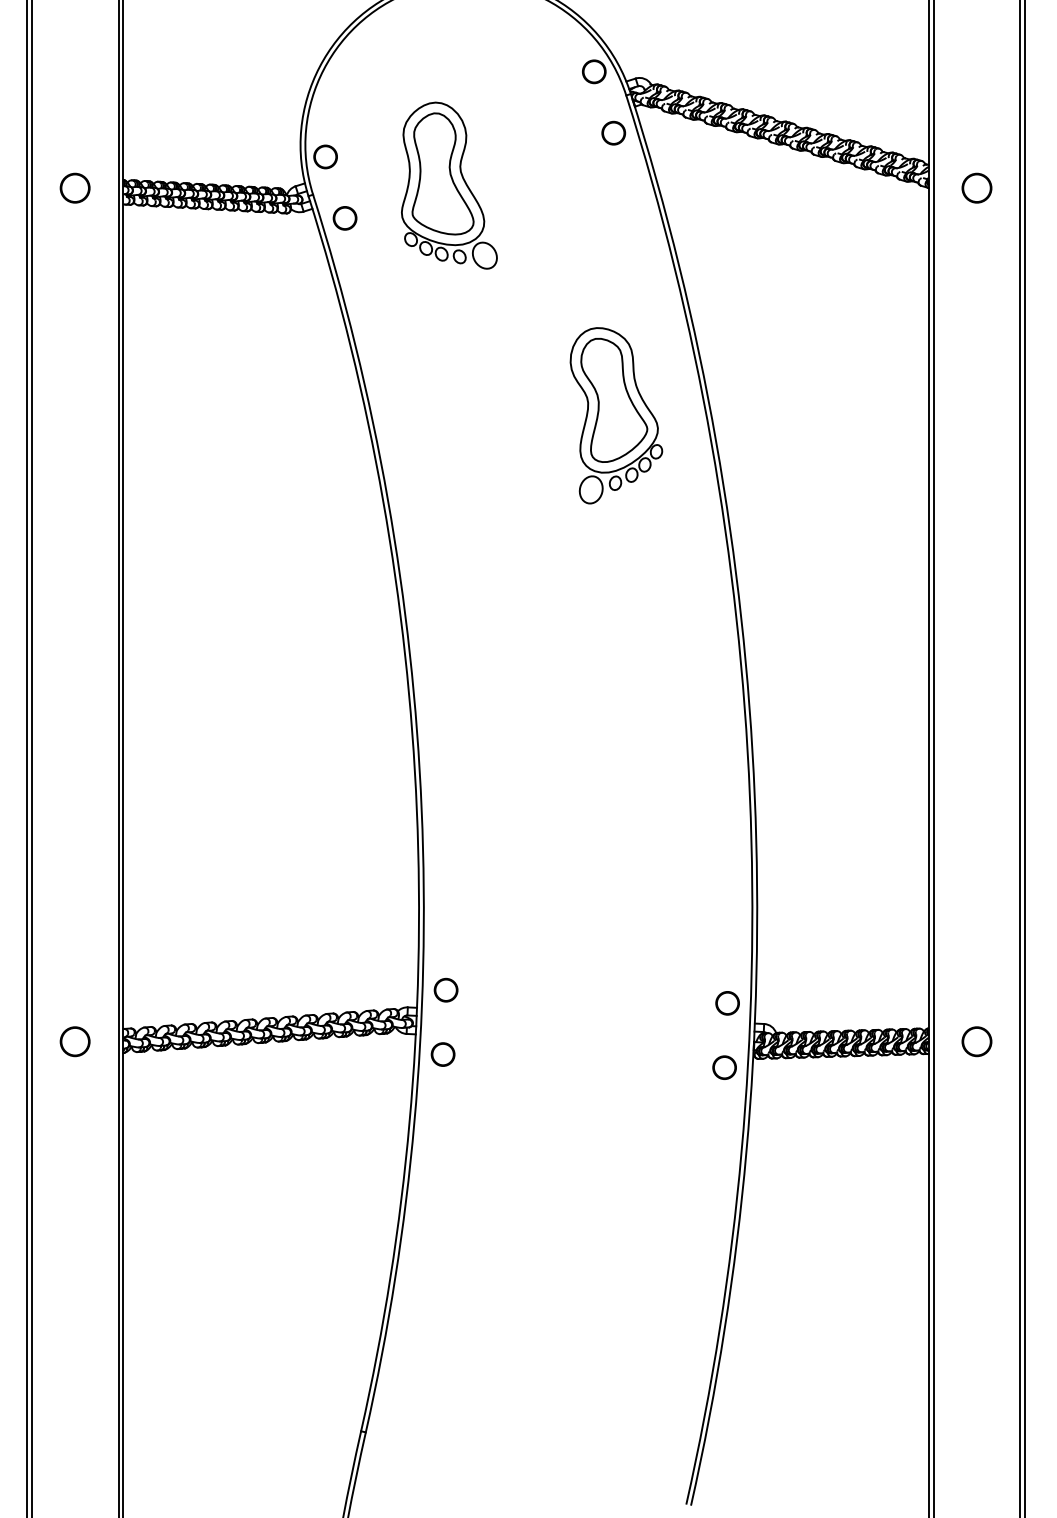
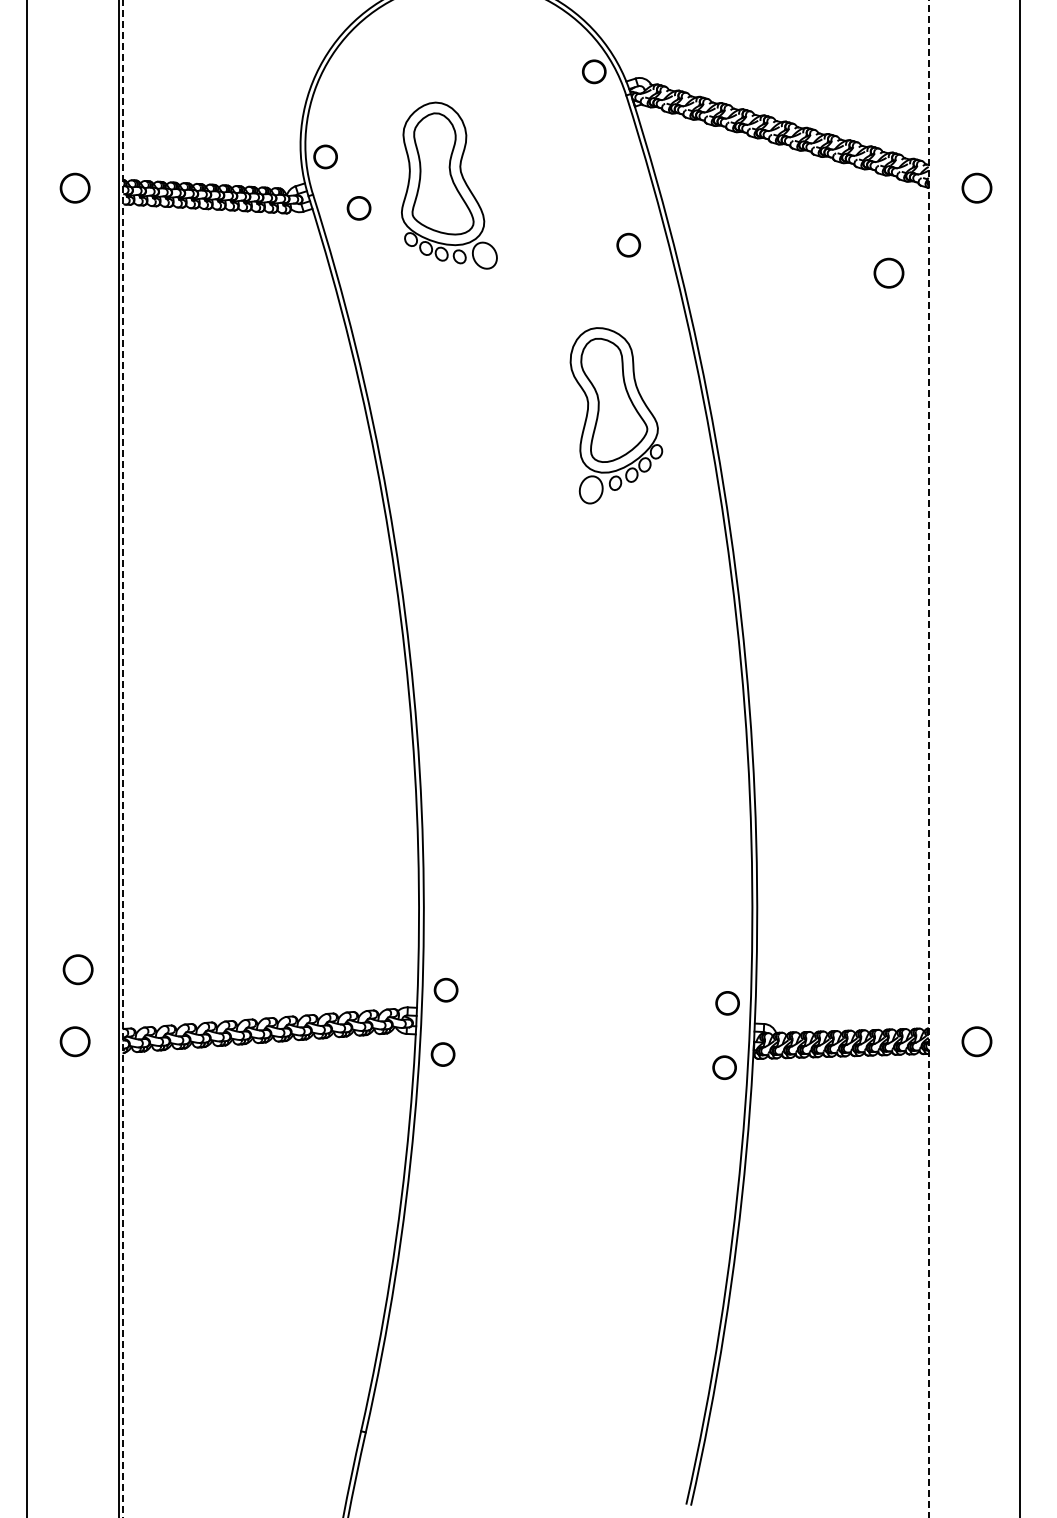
part at (613, 132) position: (613, 132) -> (628, 244)
part at (344, 218) position: (344, 218) -> (358, 208)
part at (888, 272): none -> present
line at (31, 758): present -> none
line at (933, 758): present -> none
line at (1025, 758): present -> none
line at (123, 759): solid -> dashed
line at (928, 759): solid -> dashed
part at (77, 969): none -> present
